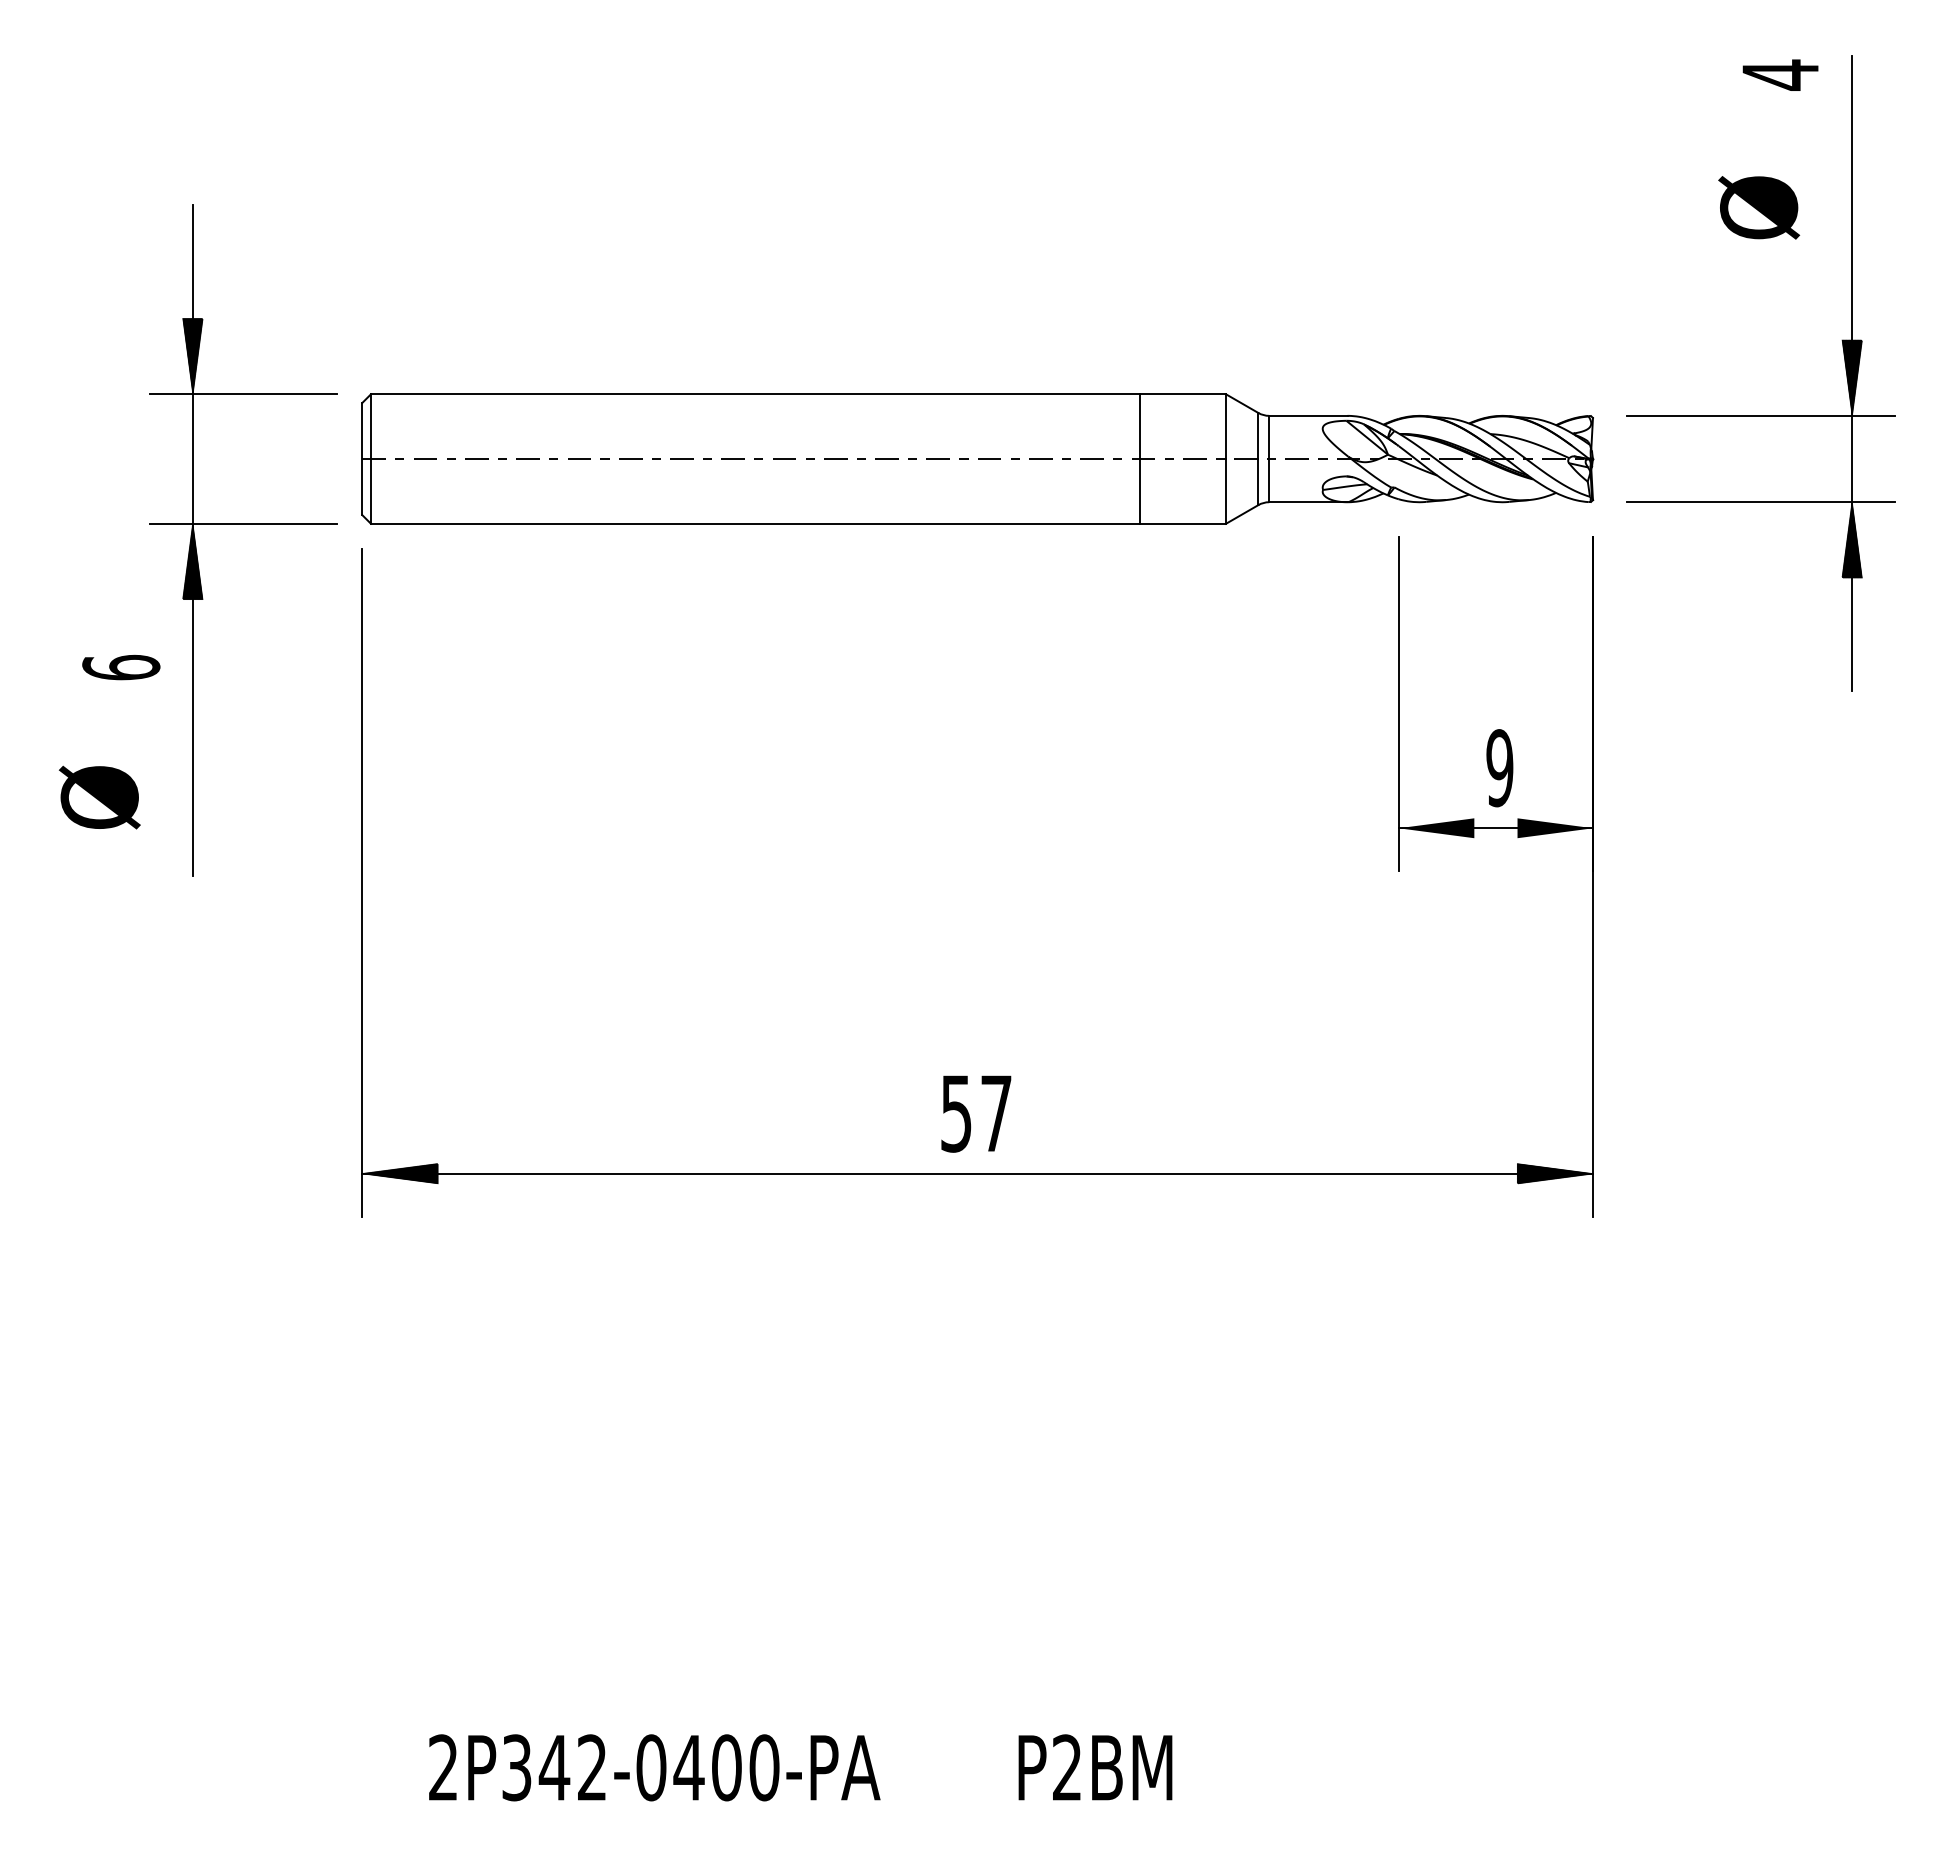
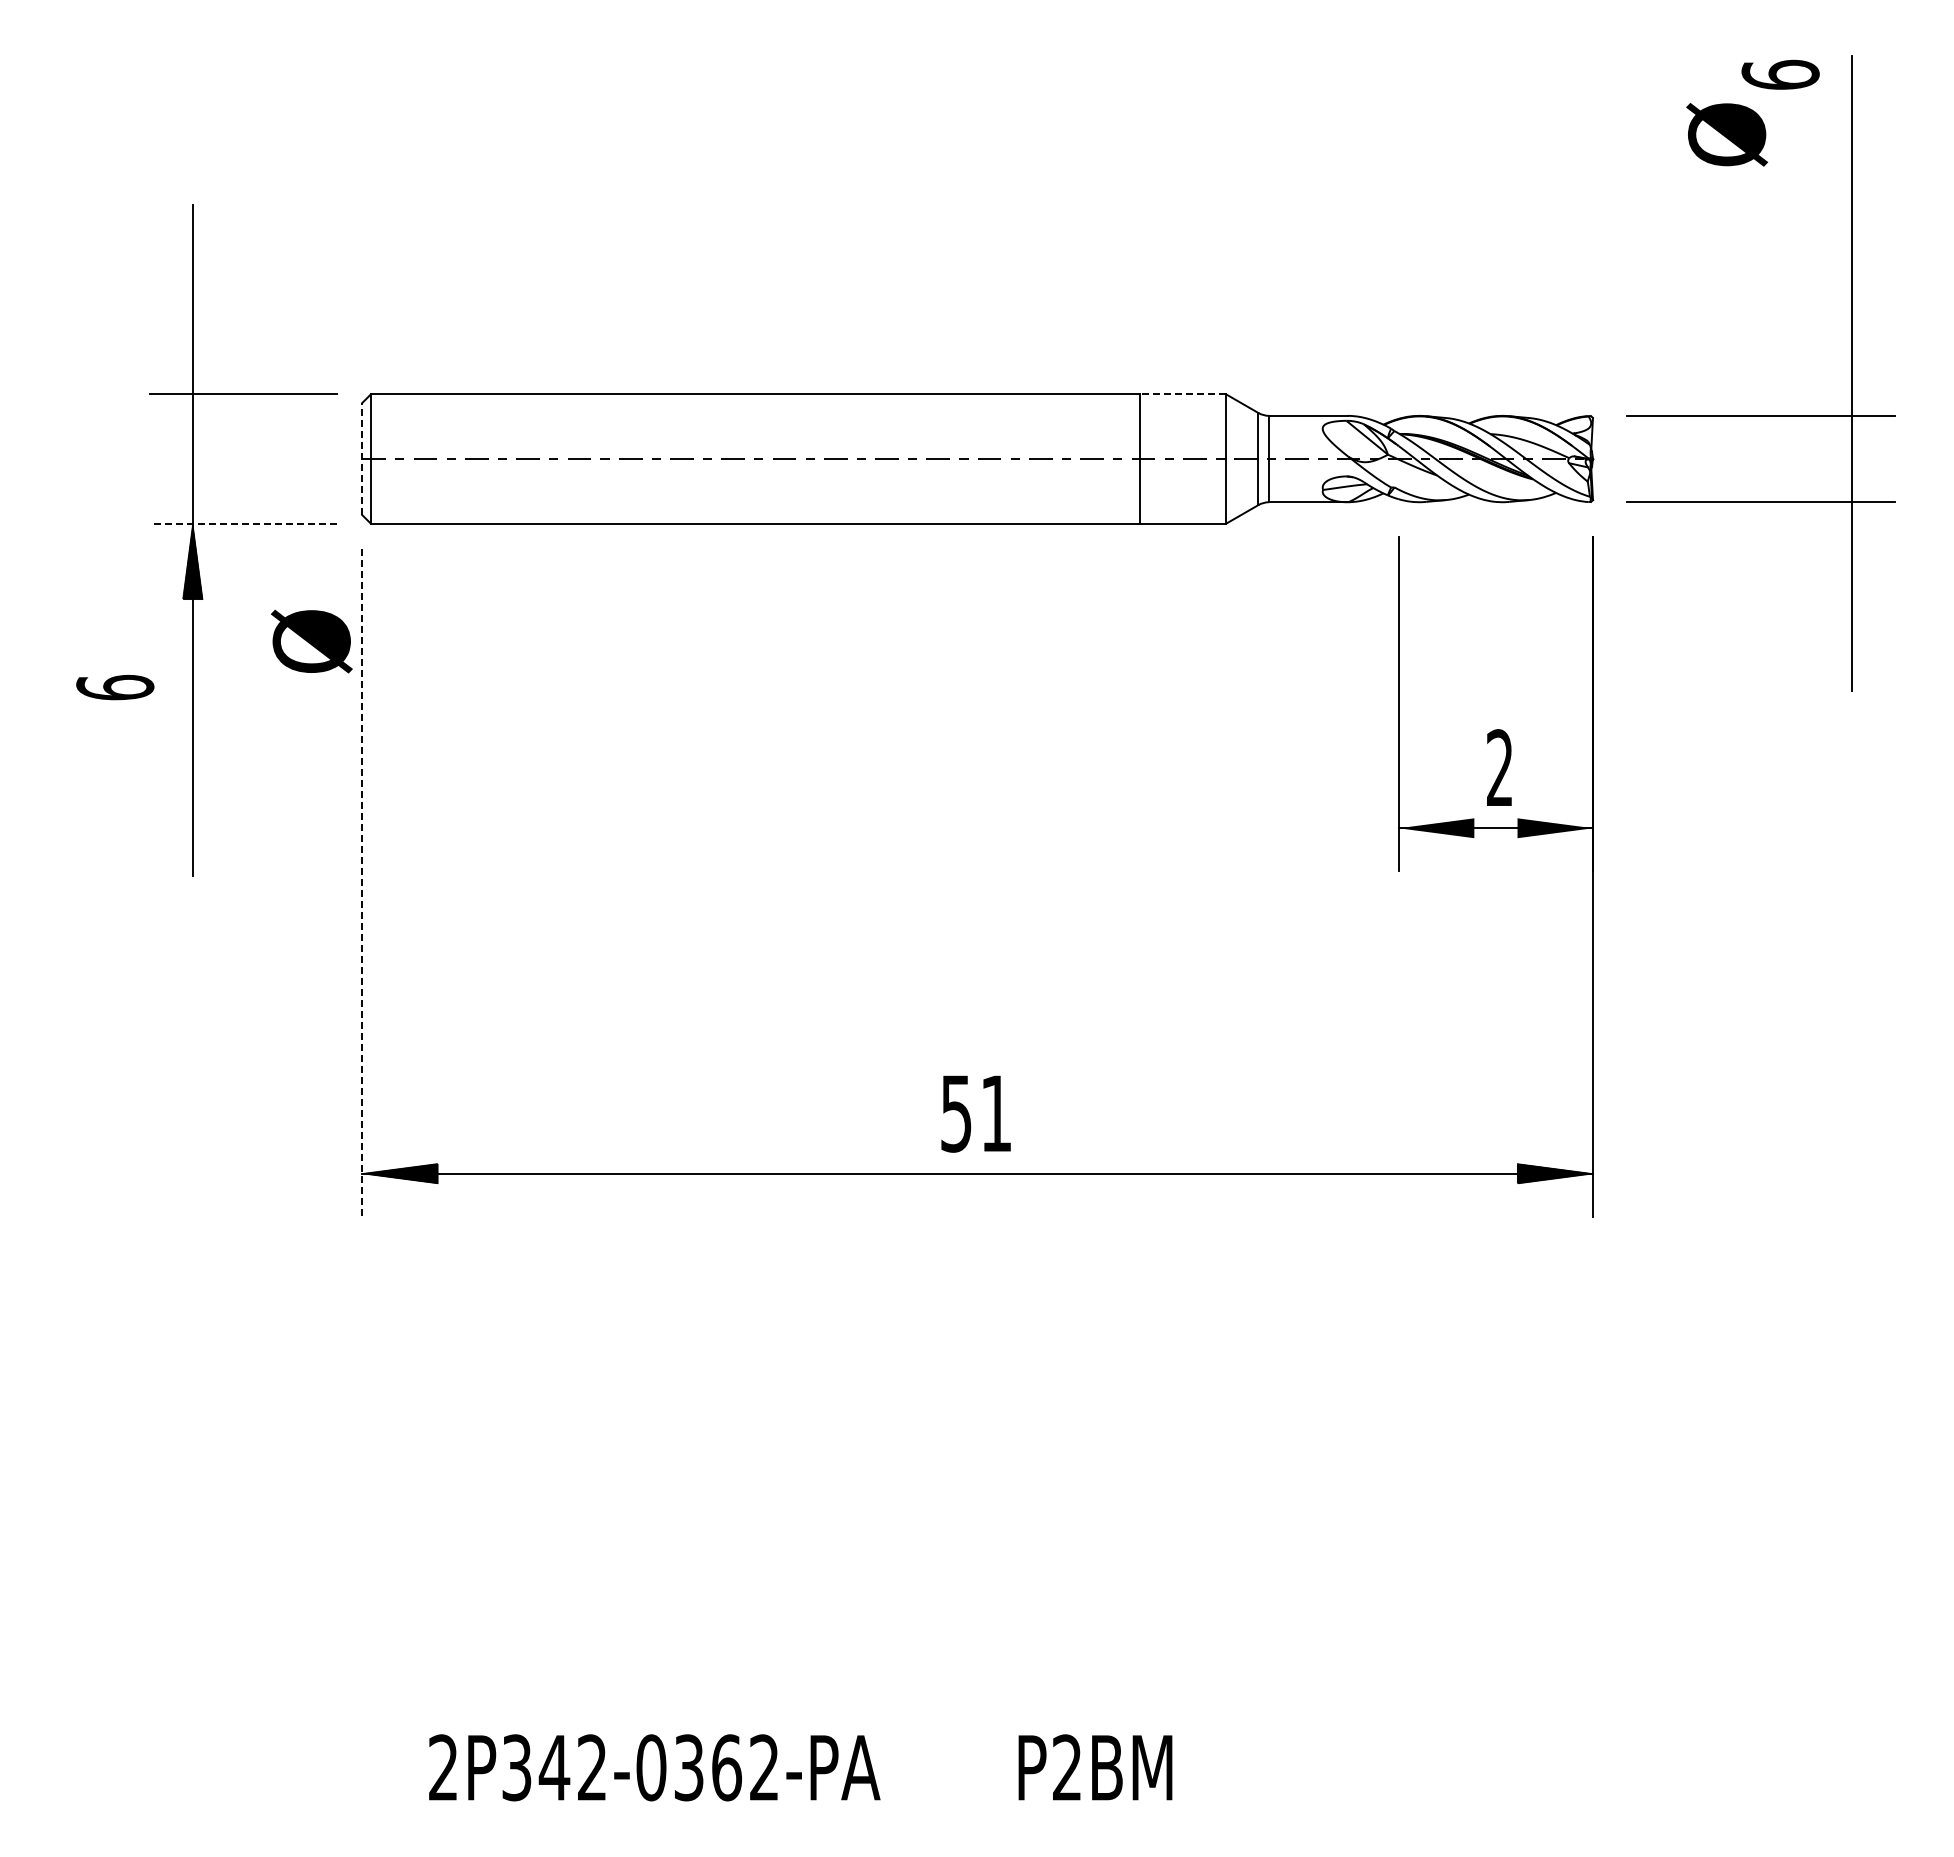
text at (1780, 74): 4 -> 6
text at (1759, 207) position: (1759, 207) -> (1727, 134)
hatch at (192, 356): present -> none
hatch at (1852, 377): present -> none
line at (1182, 394): solid -> dashed
line at (362, 458): solid -> dashed
line at (243, 523): solid -> dashed
hatch at (1852, 539): present -> none
text at (121, 667) position: (121, 667) -> (115, 687)
text at (1499, 768): 9 -> 2
text at (99, 797) position: (99, 797) -> (311, 641)
line at (362, 883): solid -> dashed
text at (996, 1113): 57 -> 51
text at (726, 1767): 2P342-0400-PA -> 2P342-0362-PA
